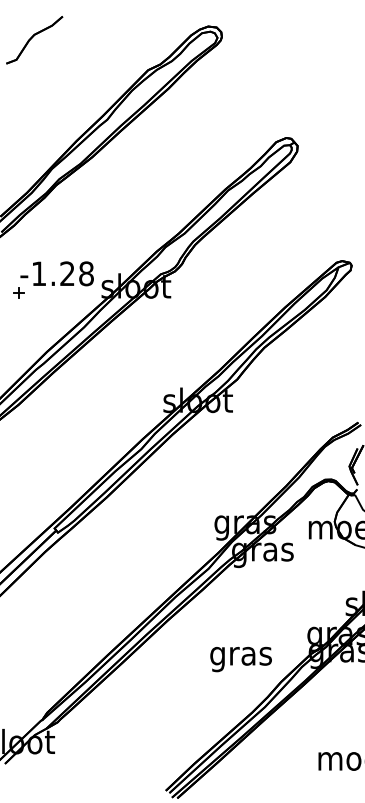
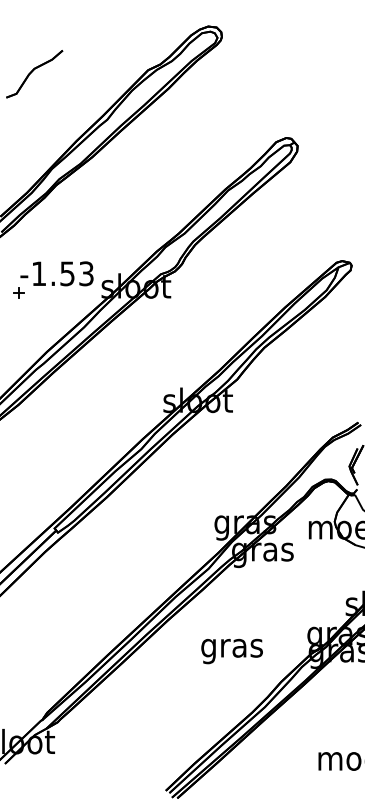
part at (34, 40) position: (34, 40) -> (34, 74)
text at (76, 273): -1.28 -> -1.53
text at (240, 659) position: (240, 659) -> (231, 651)
